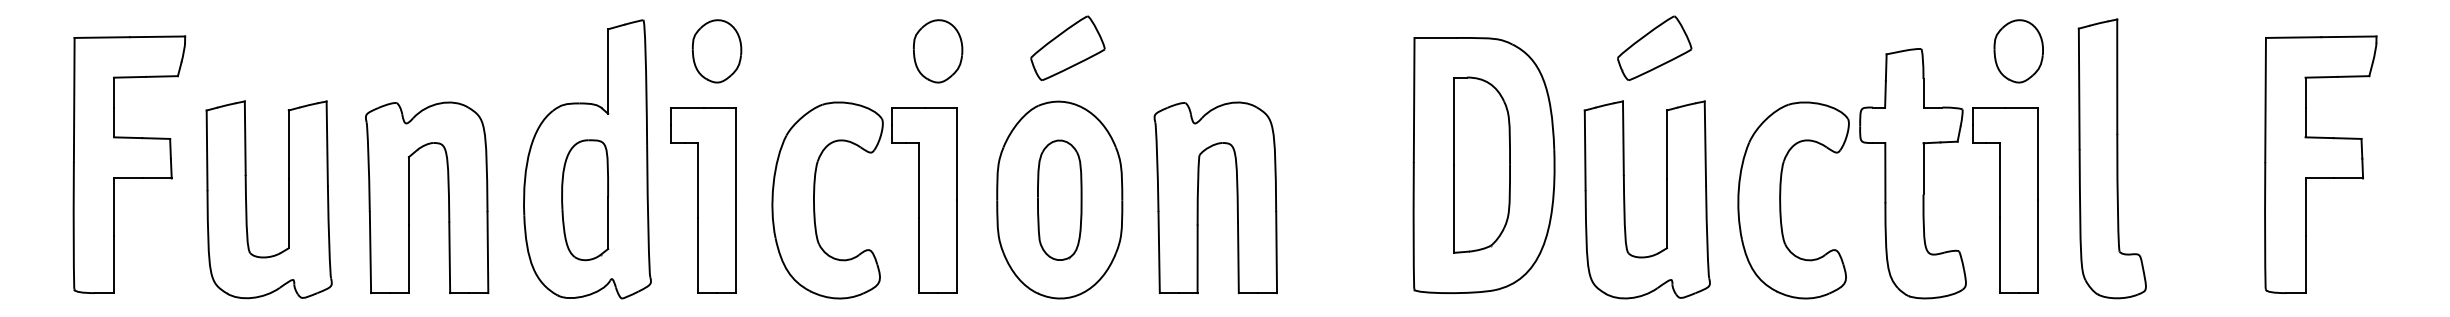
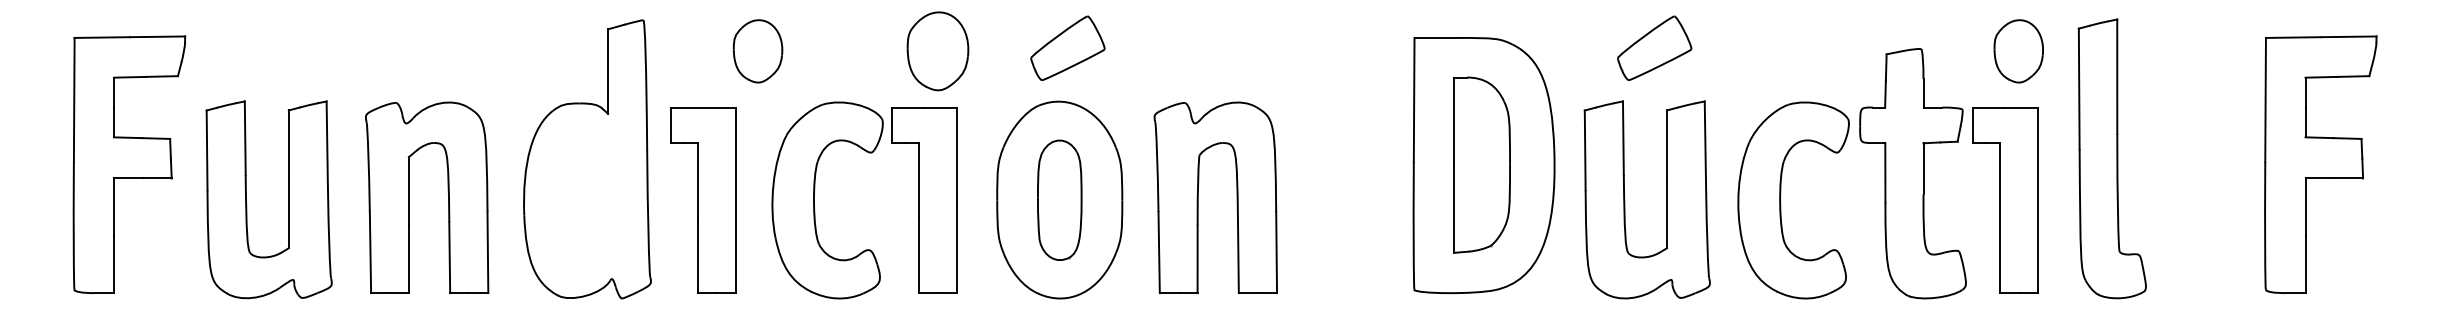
part at (716, 51) position: (716, 51) -> (757, 51)
part at (938, 51) size: 51x65 px -> 64x81 px
part at (585, 200): present -> none
